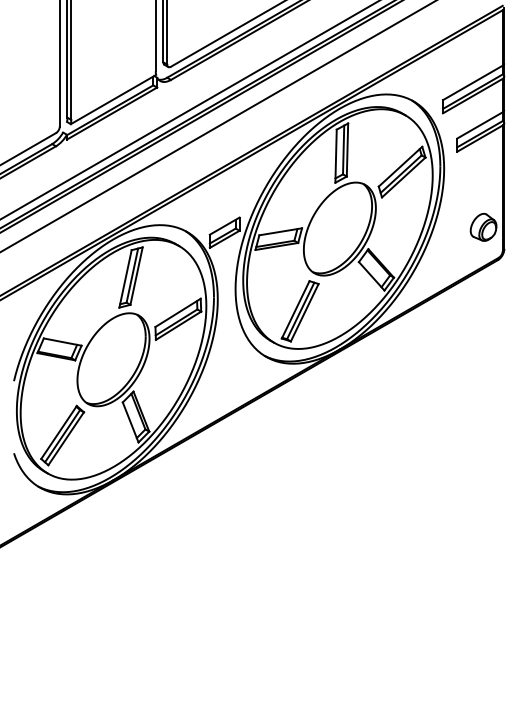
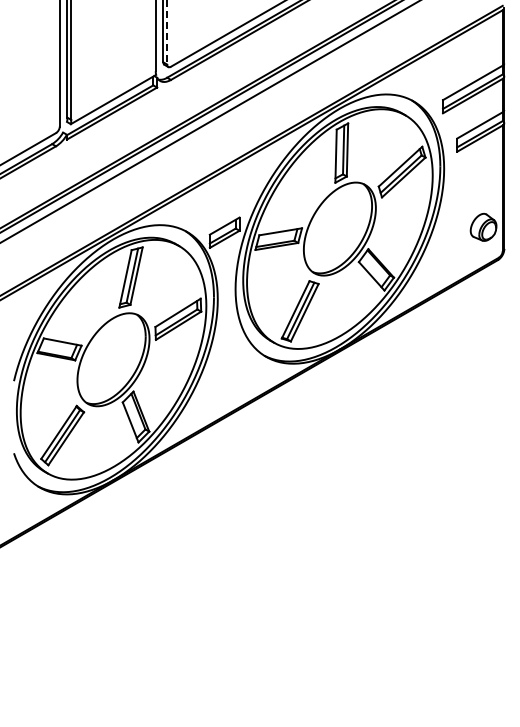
line at (167, 32): solid -> dashed
line at (189, 110): present -> none
line at (217, 126) position: (217, 126) -> (209, 122)
